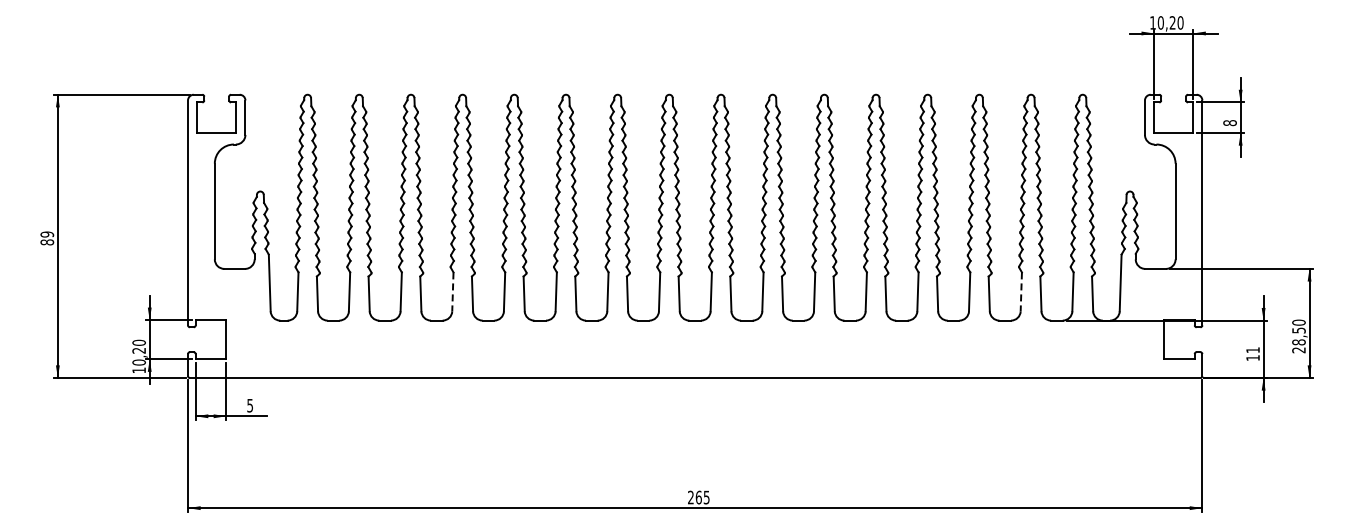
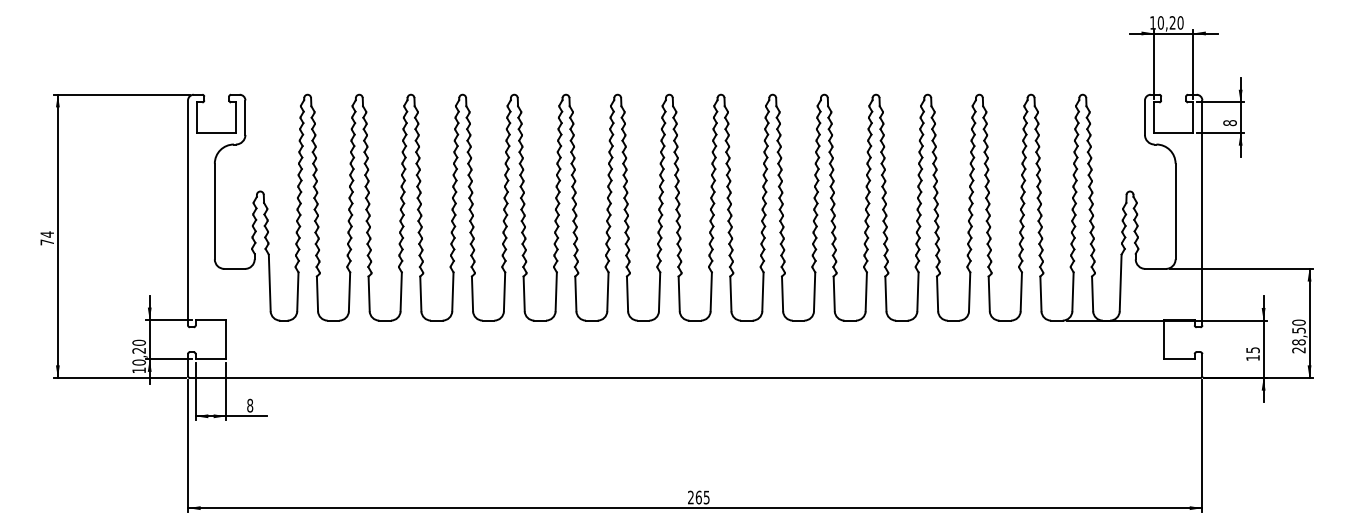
text at (47, 238): 89 -> 74
line at (452, 292): dashed -> solid
line at (1021, 292): dashed -> solid
text at (1252, 350): 11 -> 15
text at (250, 405): 5 -> 8
